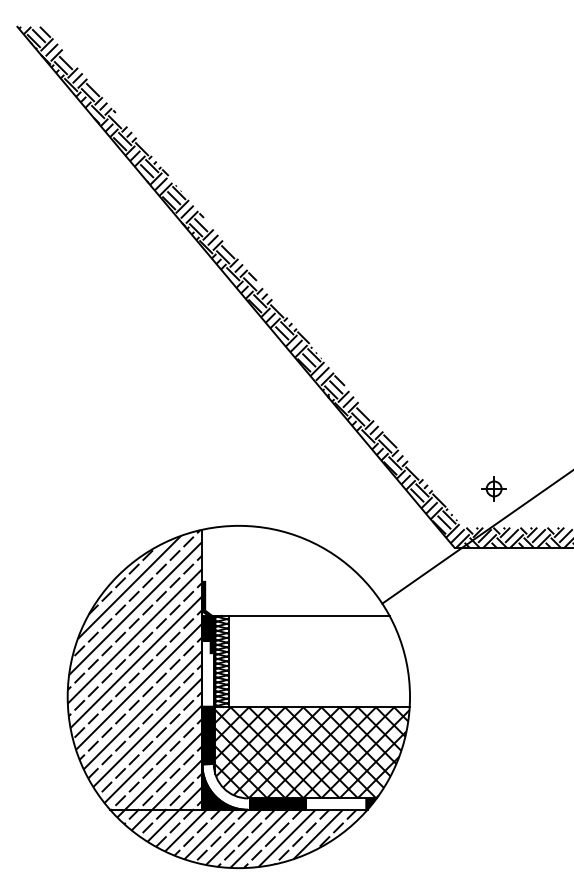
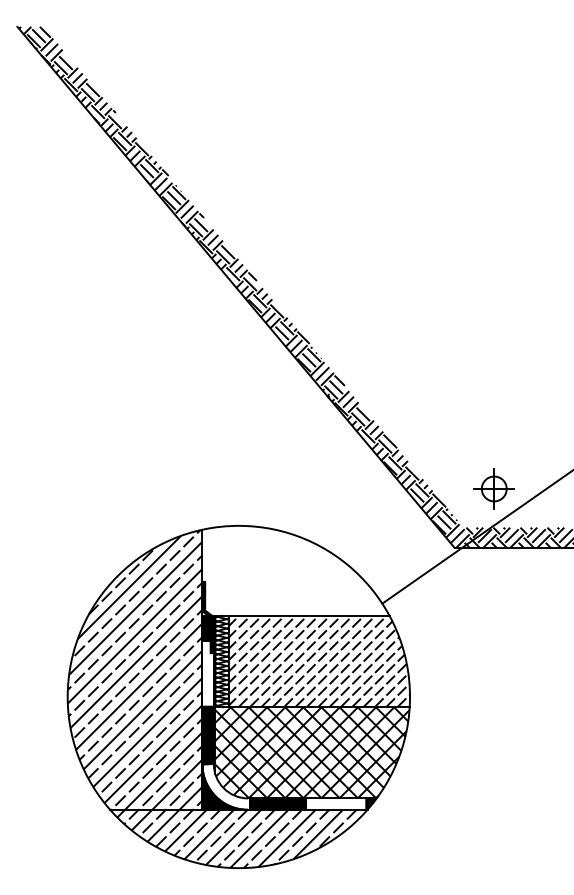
part at (493, 488) size: 26x26 px -> 42x42 px
hatch at (318, 660): none -> present
